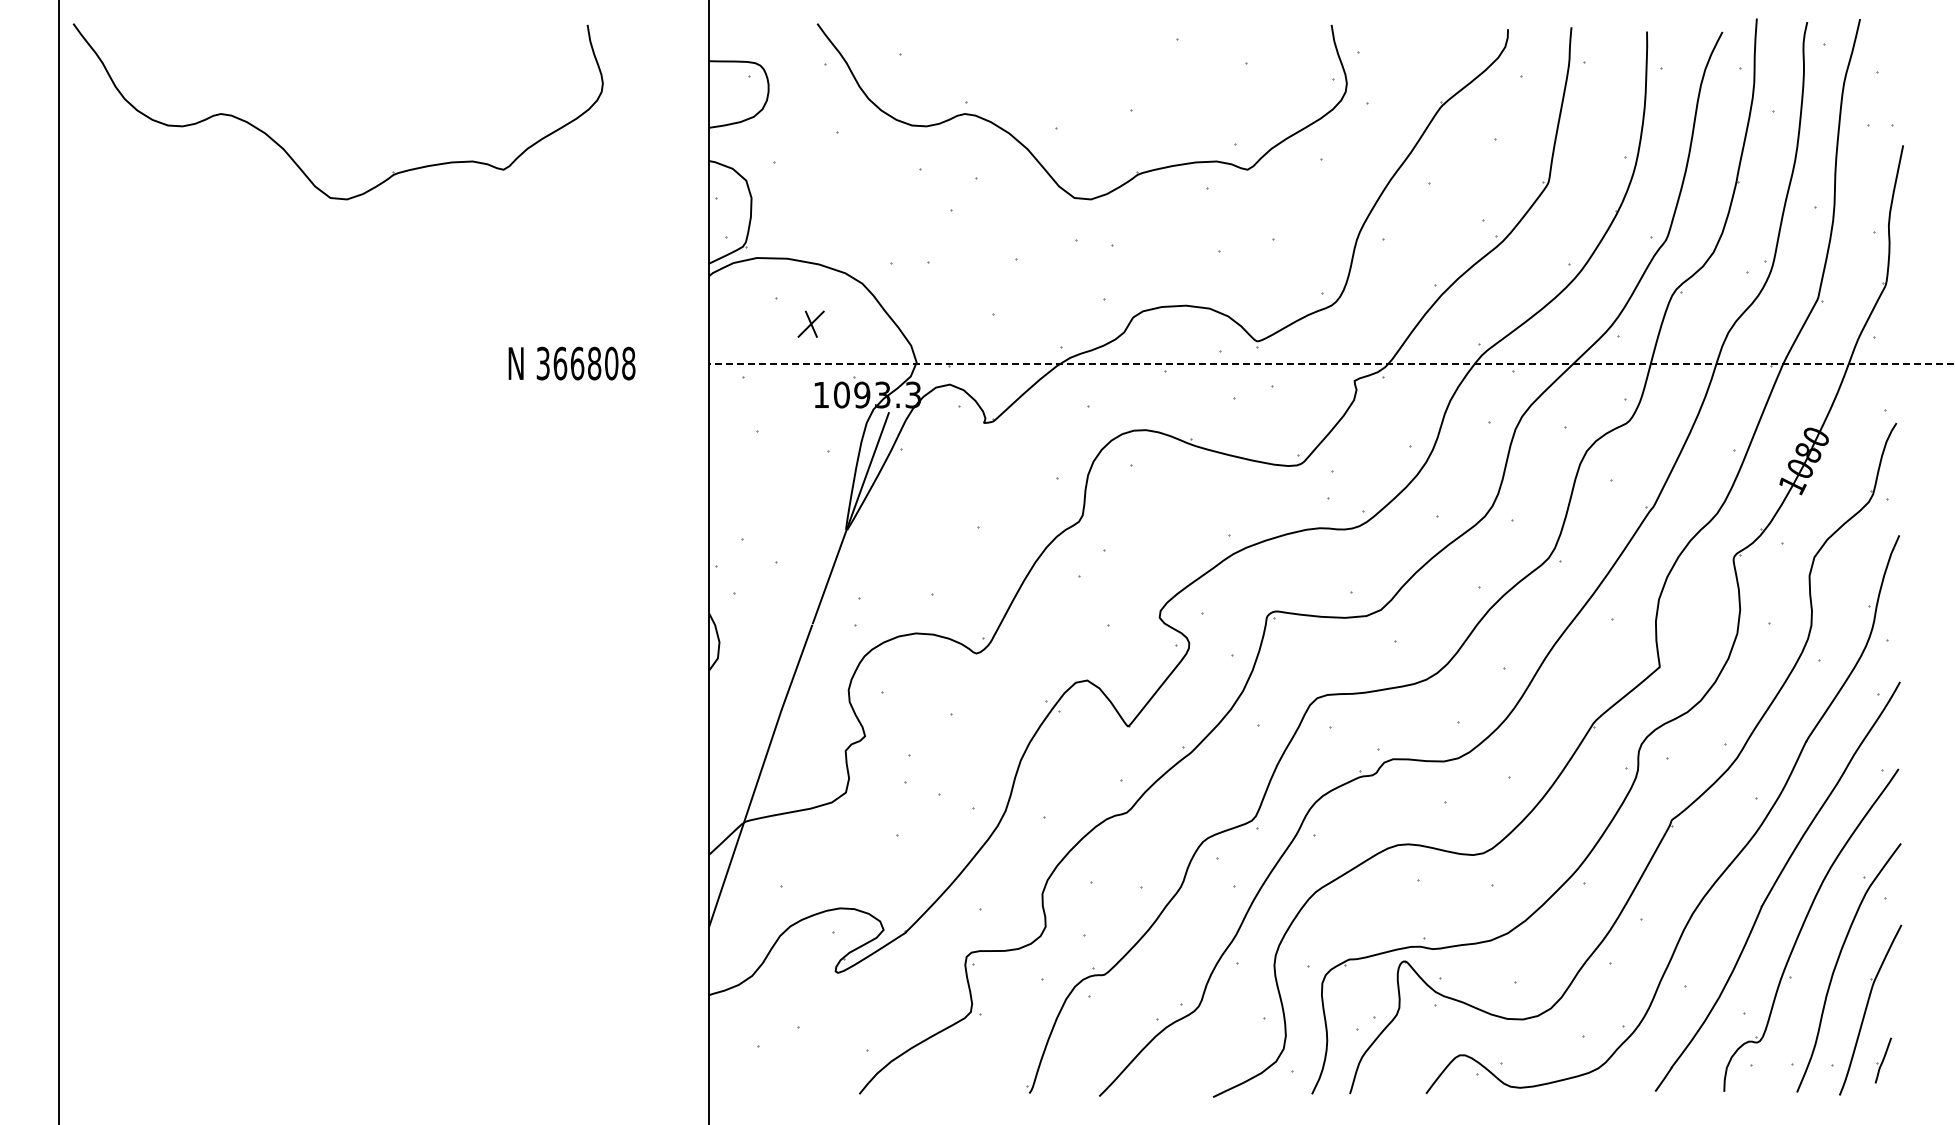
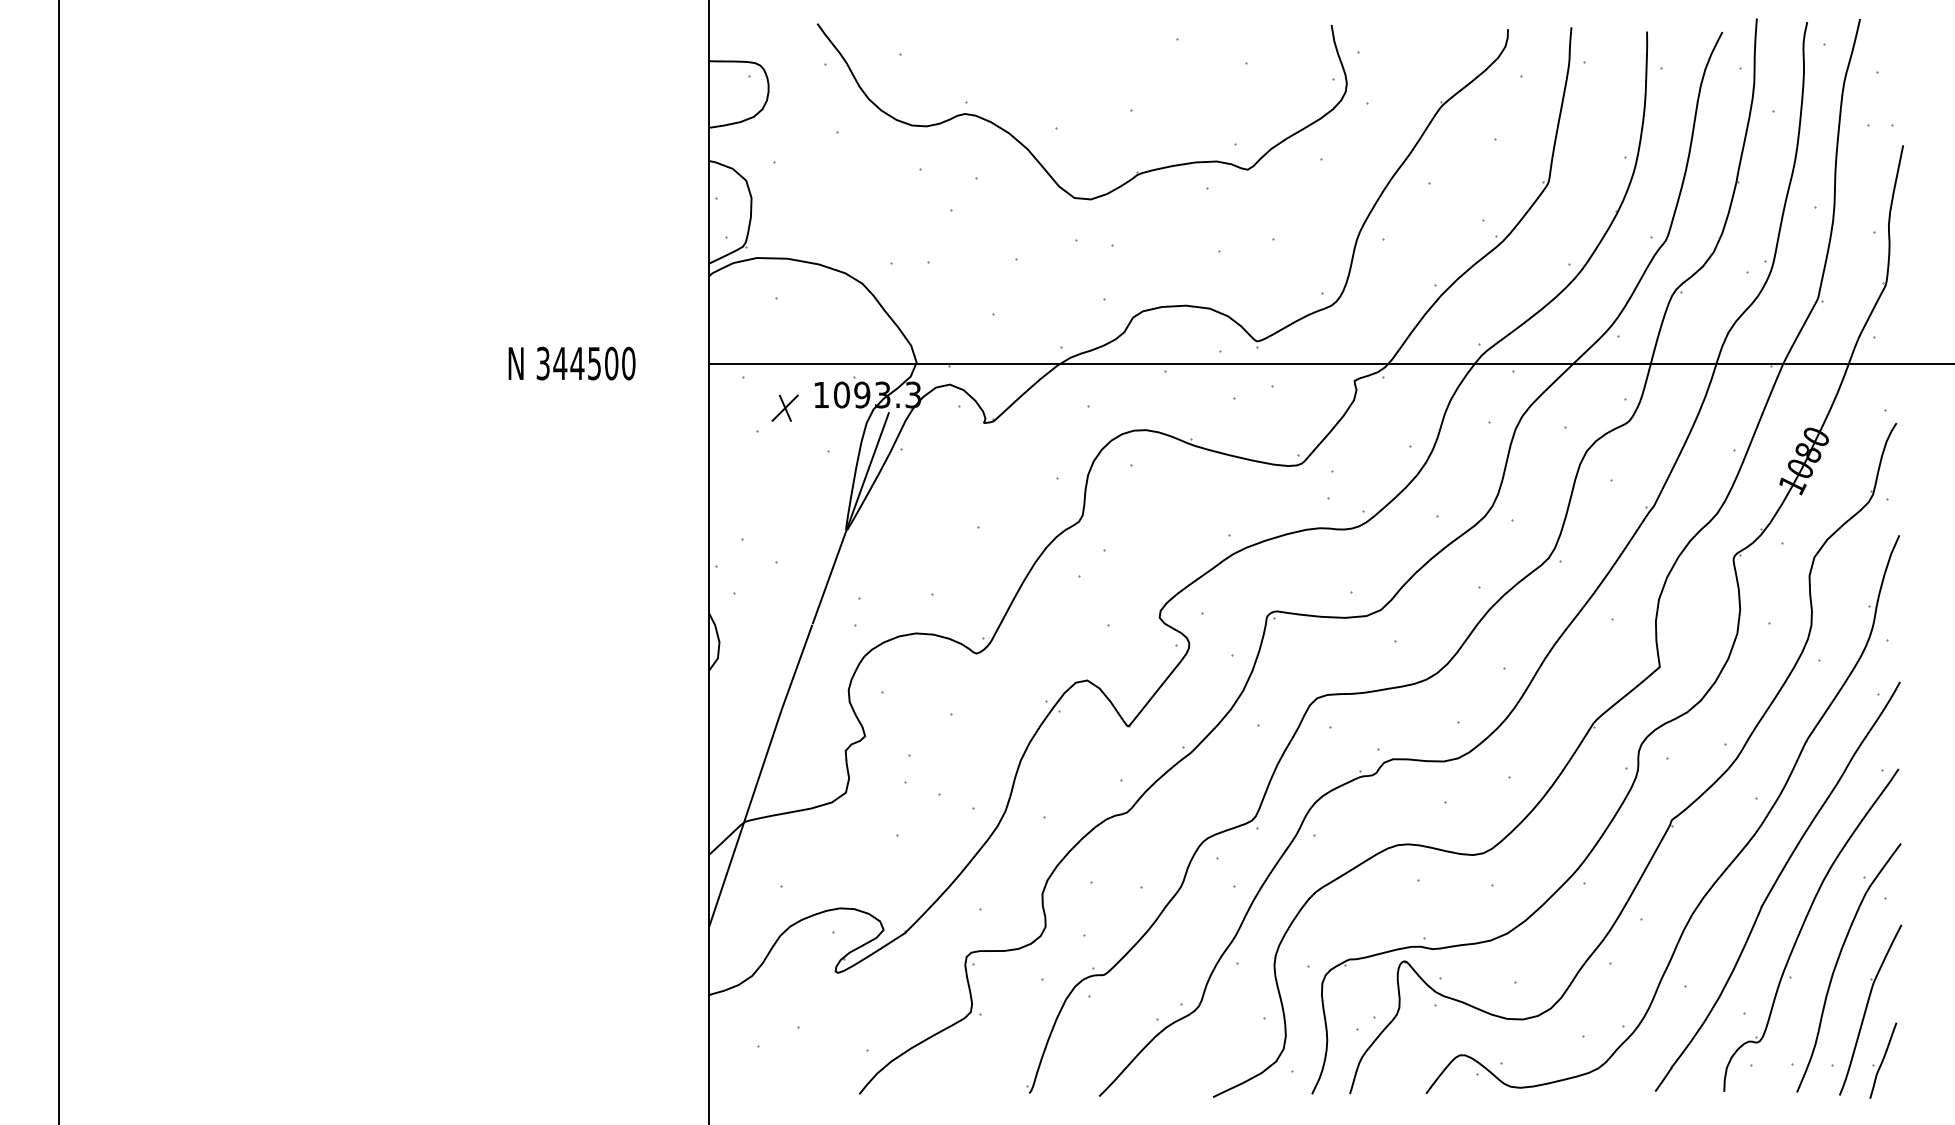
part at (291, 156): present -> none
part at (810, 323) position: (810, 323) -> (784, 407)
text at (594, 363): 366808 -> 344500
line at (1331, 363): dashed -> solid
part at (1882, 1060) size: 18x47 px -> 29x77 px
